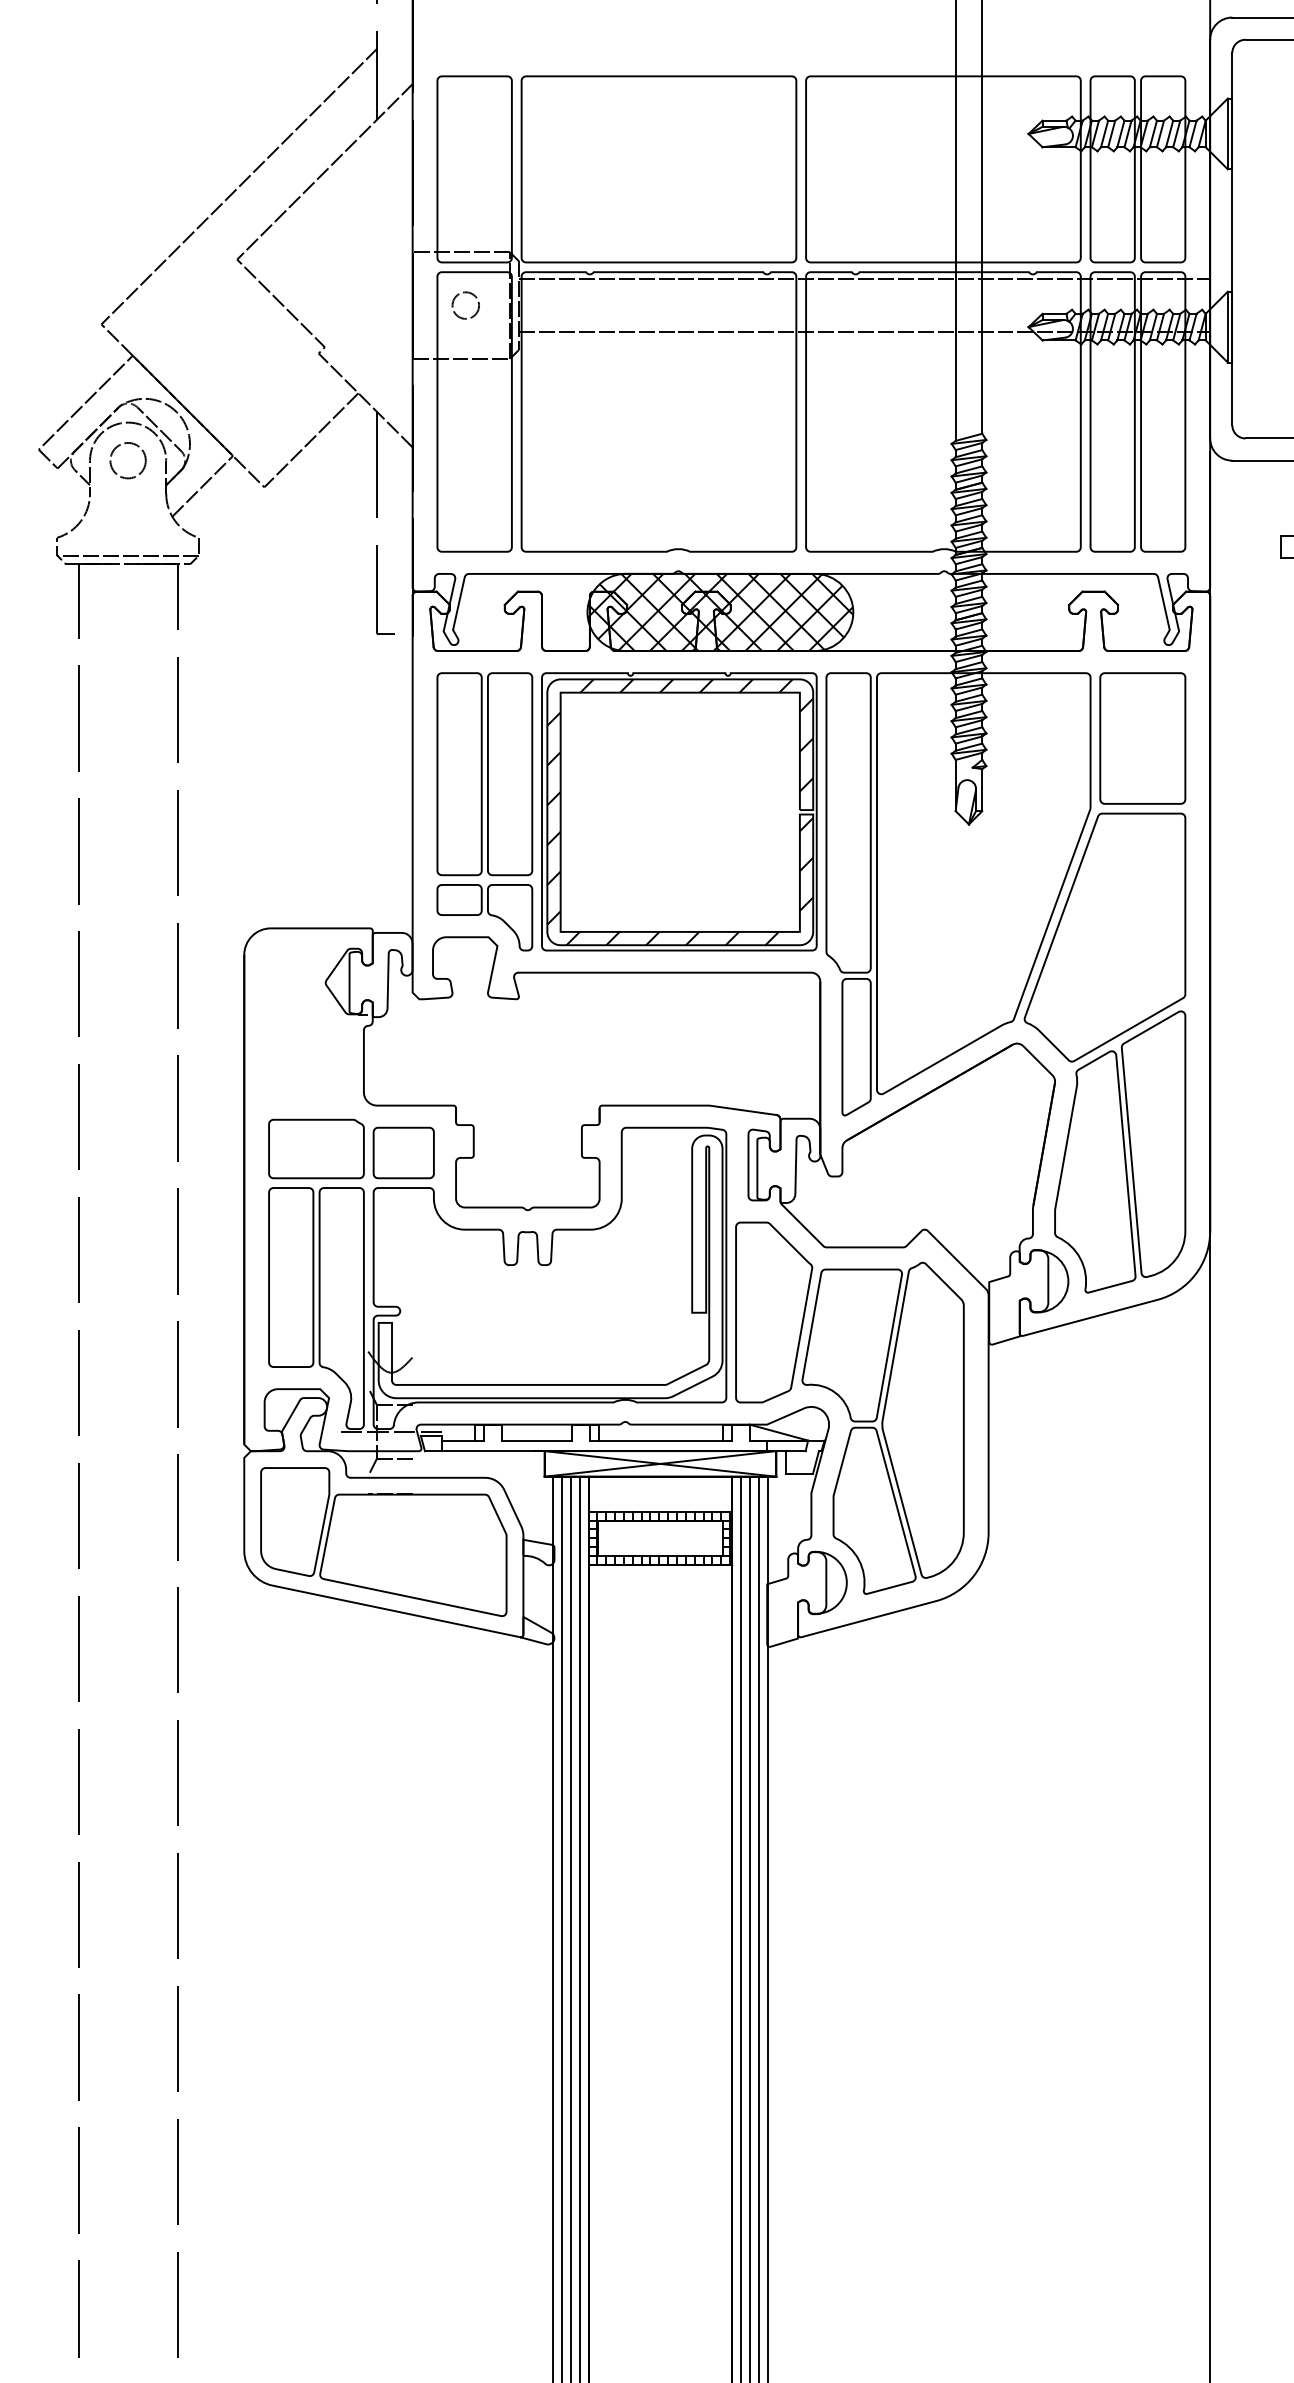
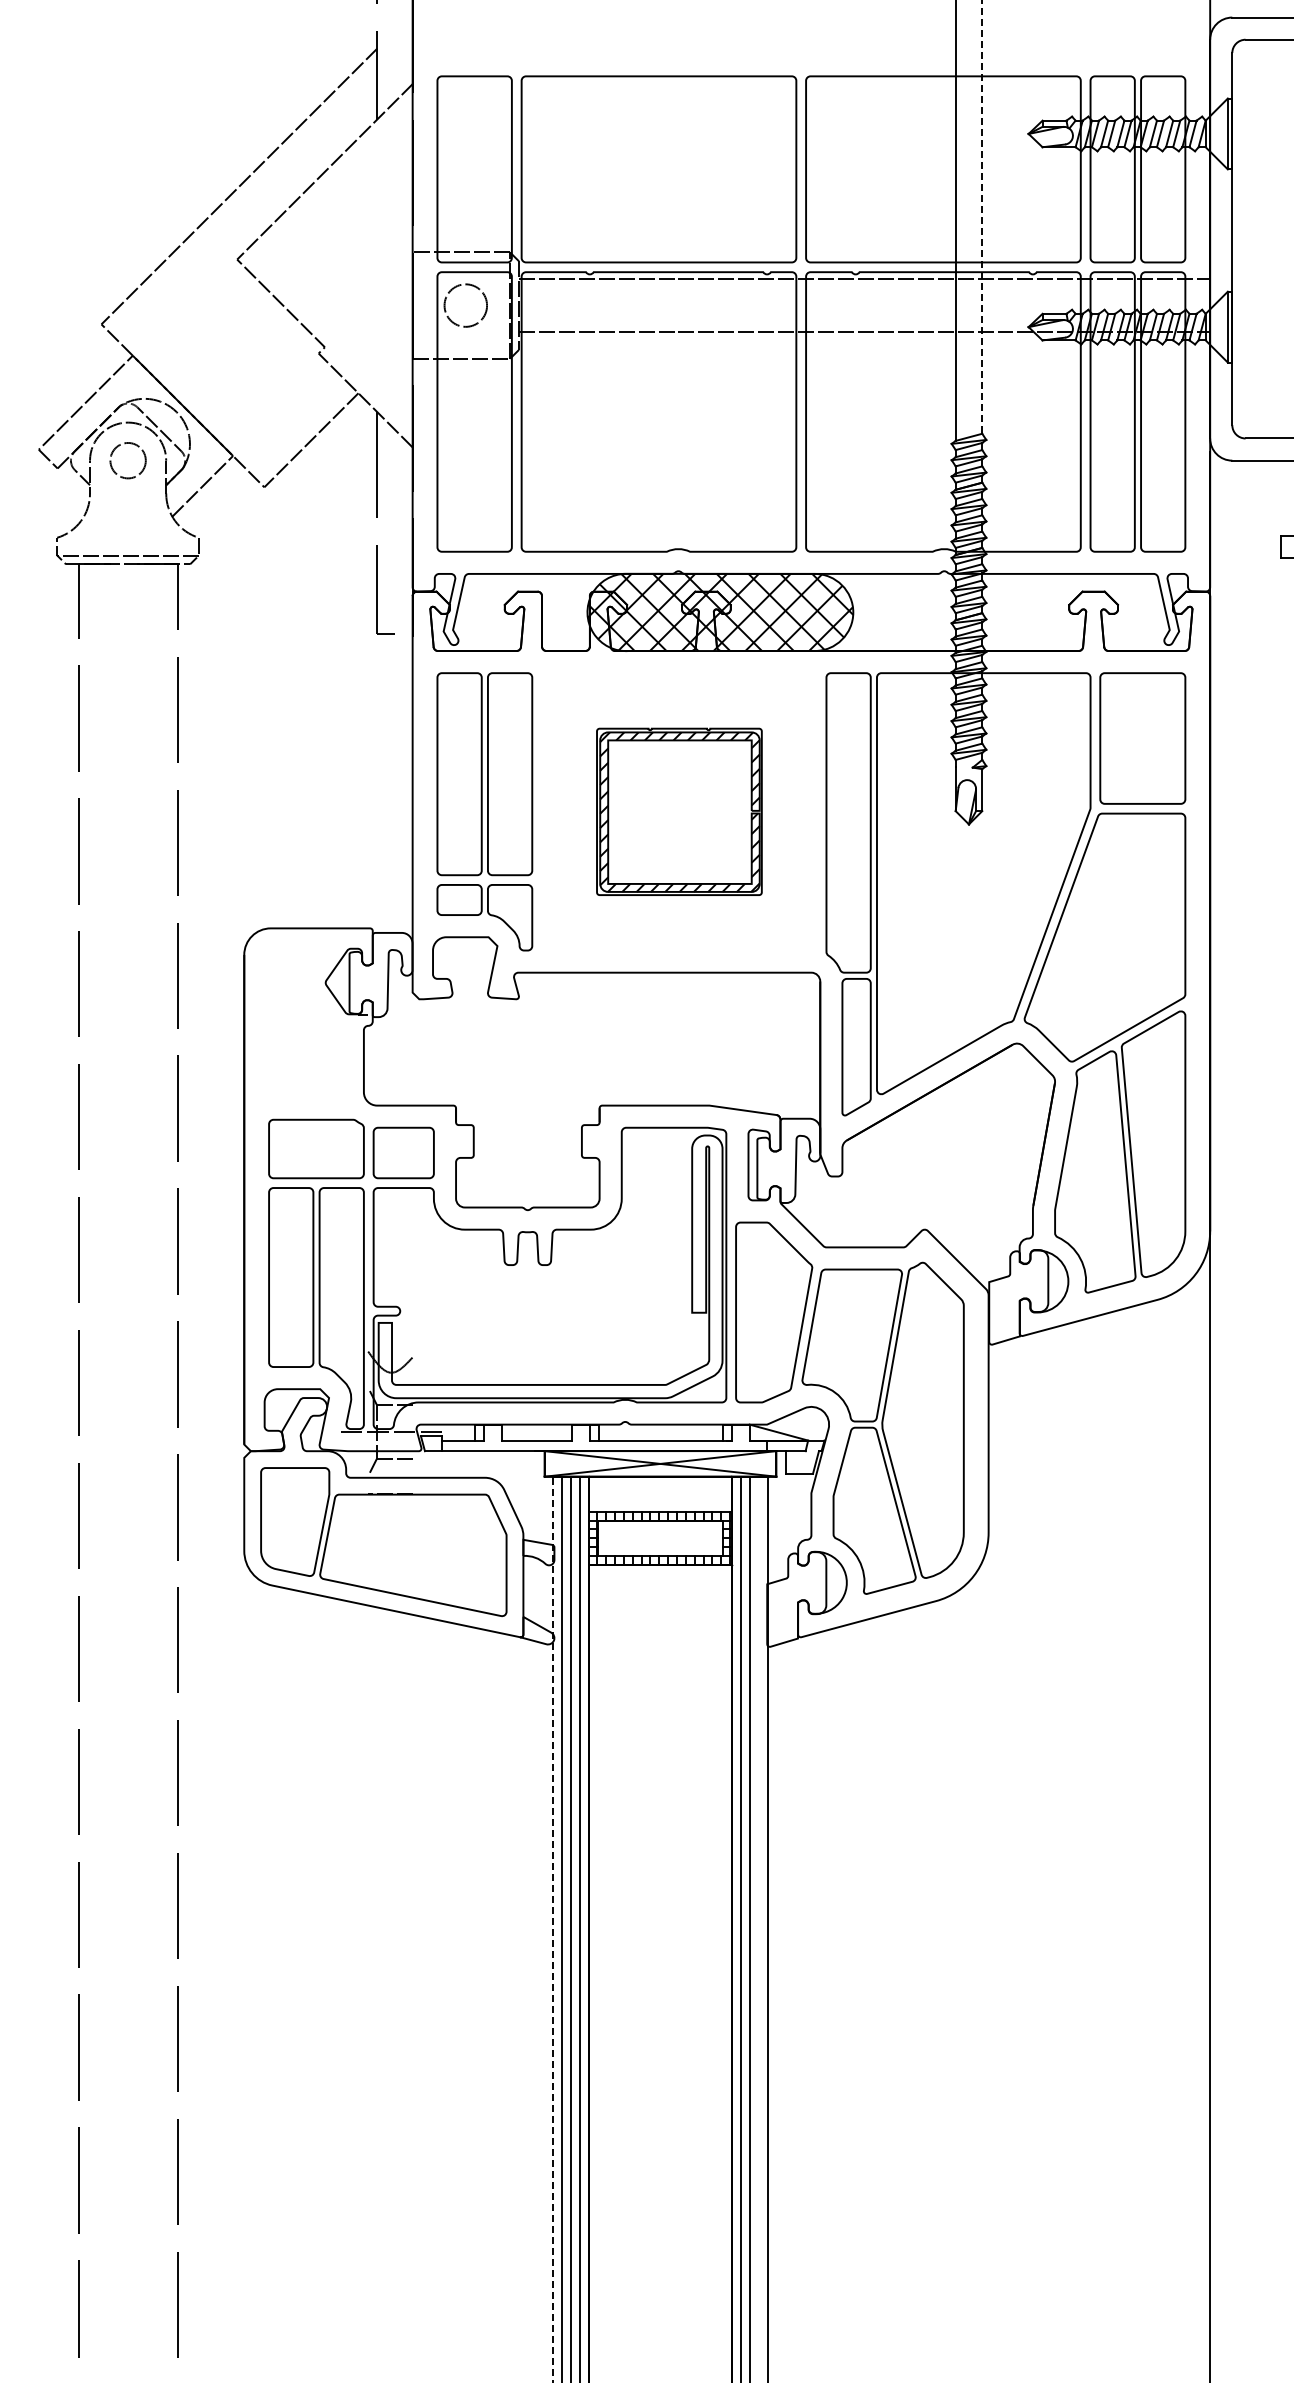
line at (982, 217): solid -> dashed
circle at (465, 305) diameter: 27 px -> 43 px
part at (679, 811) size: 277x280 px -> 167x169 px
line at (758, 1927): present -> none
line at (553, 1929): solid -> dashed
